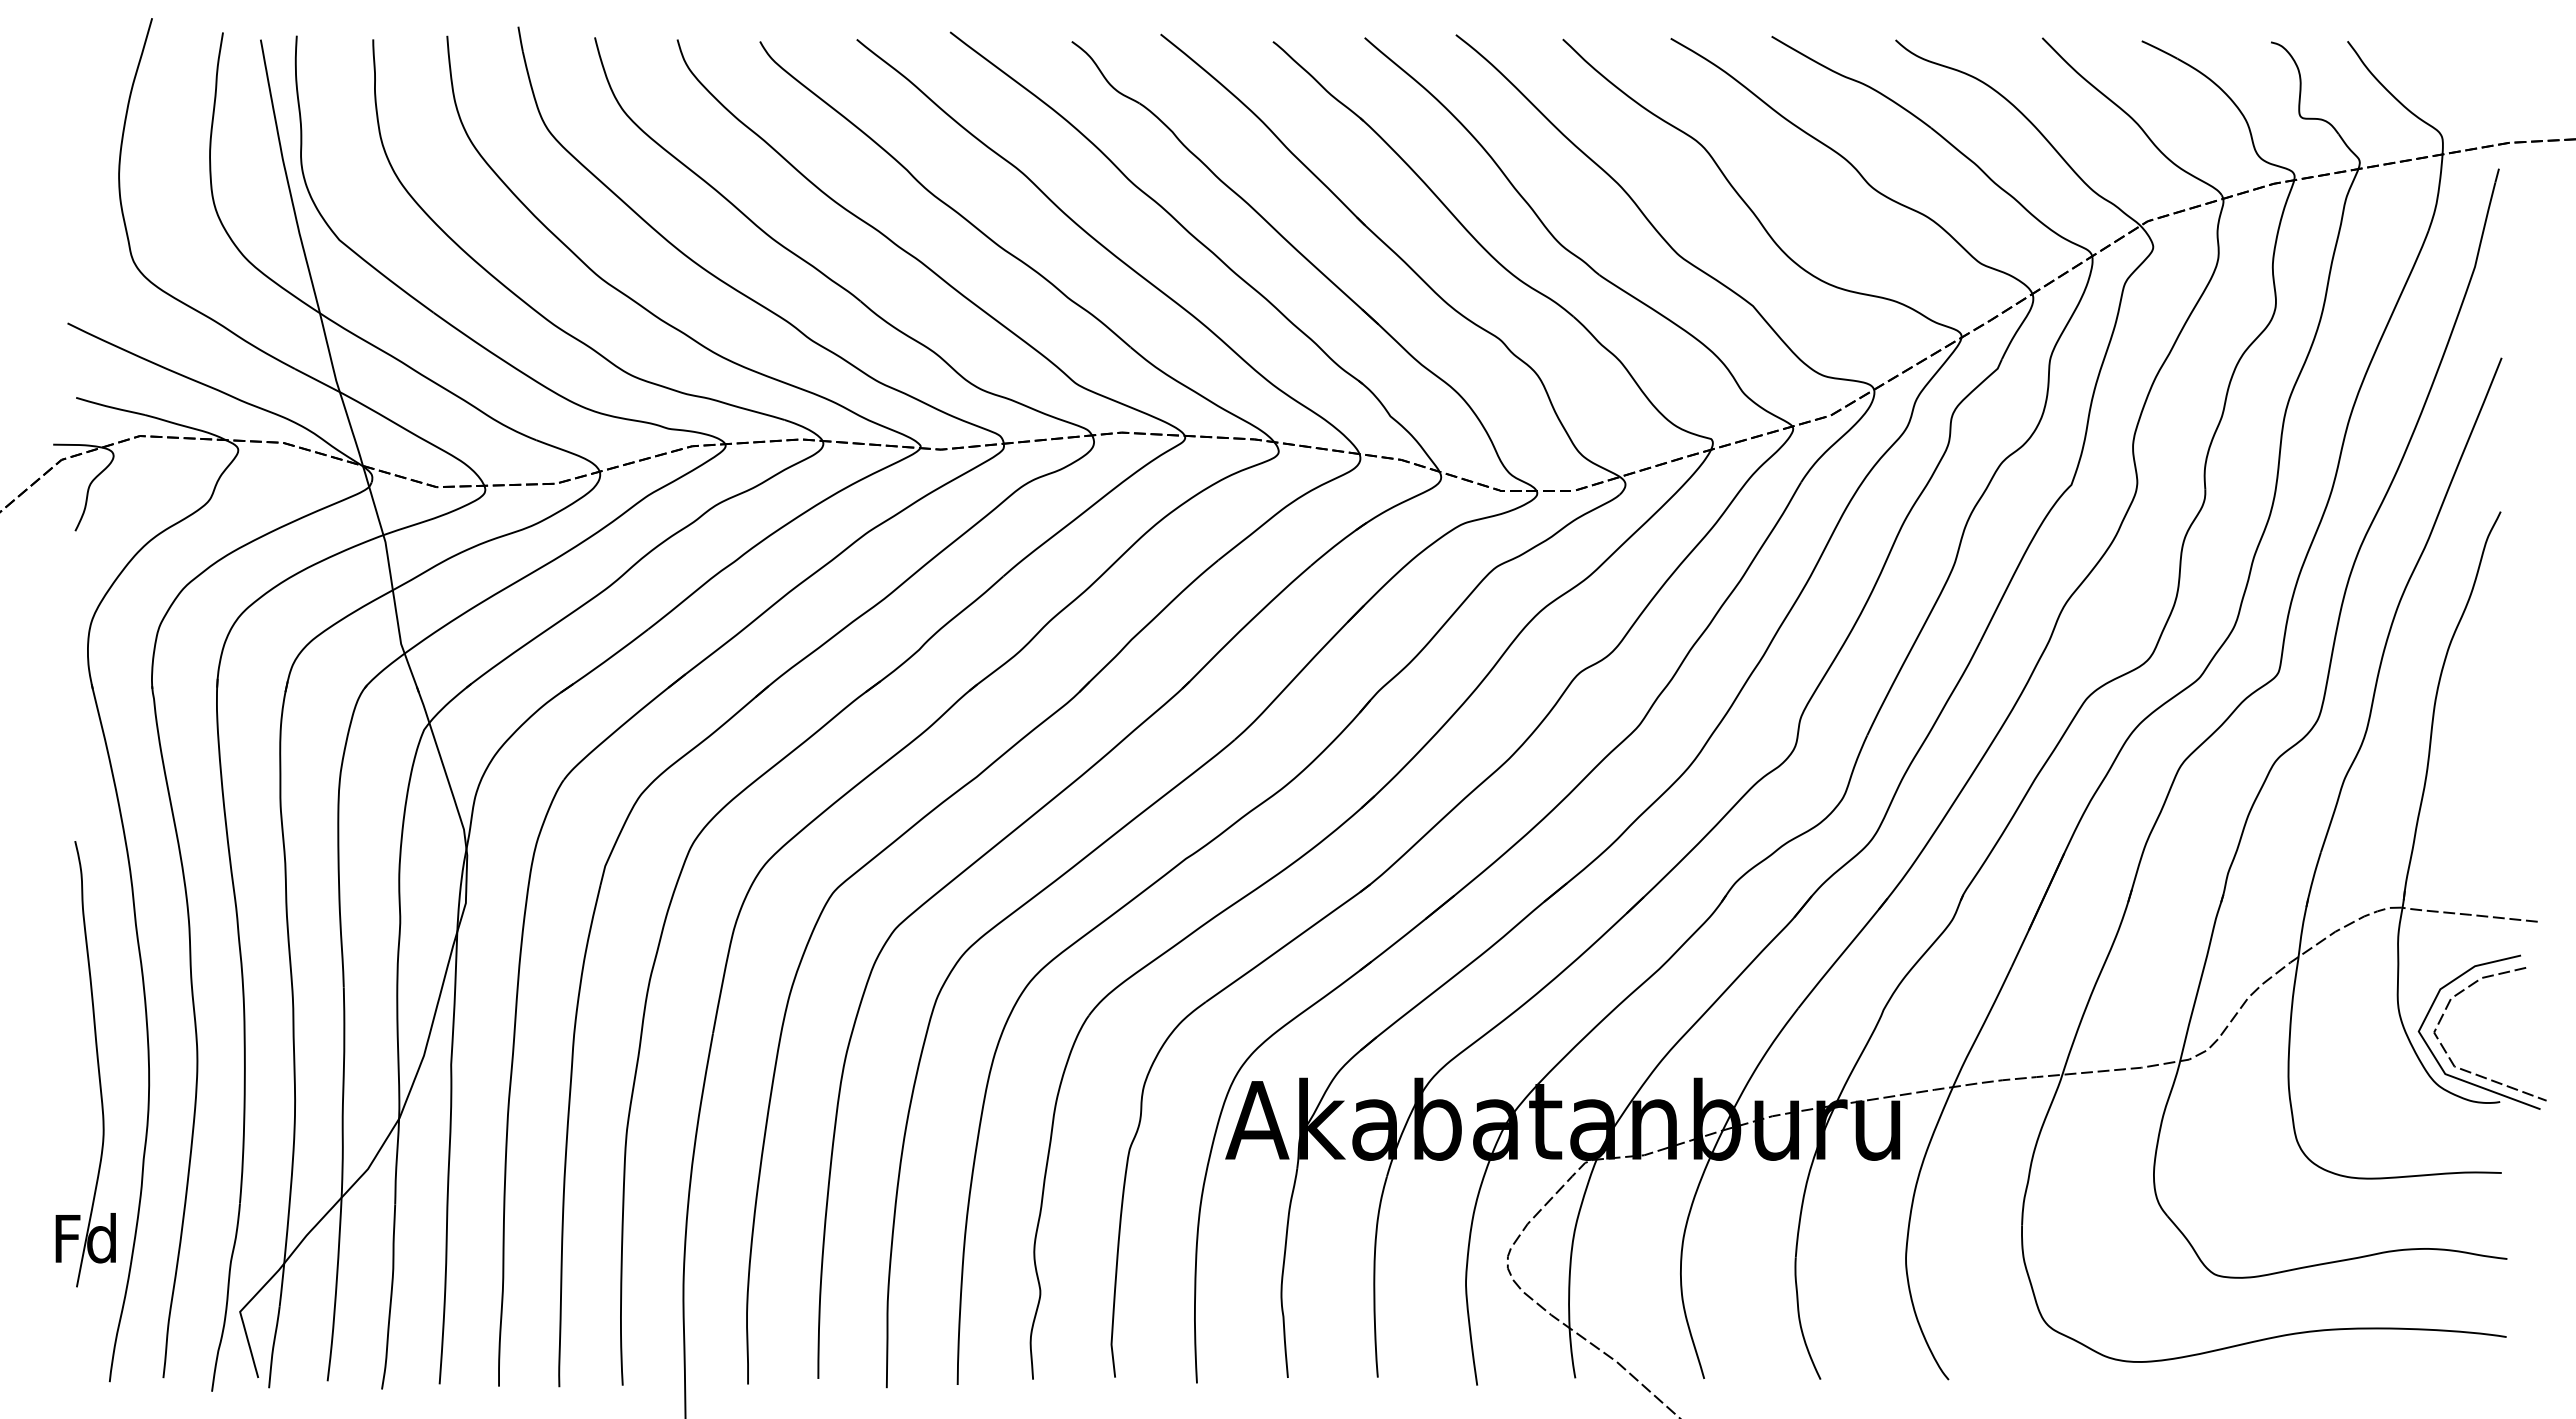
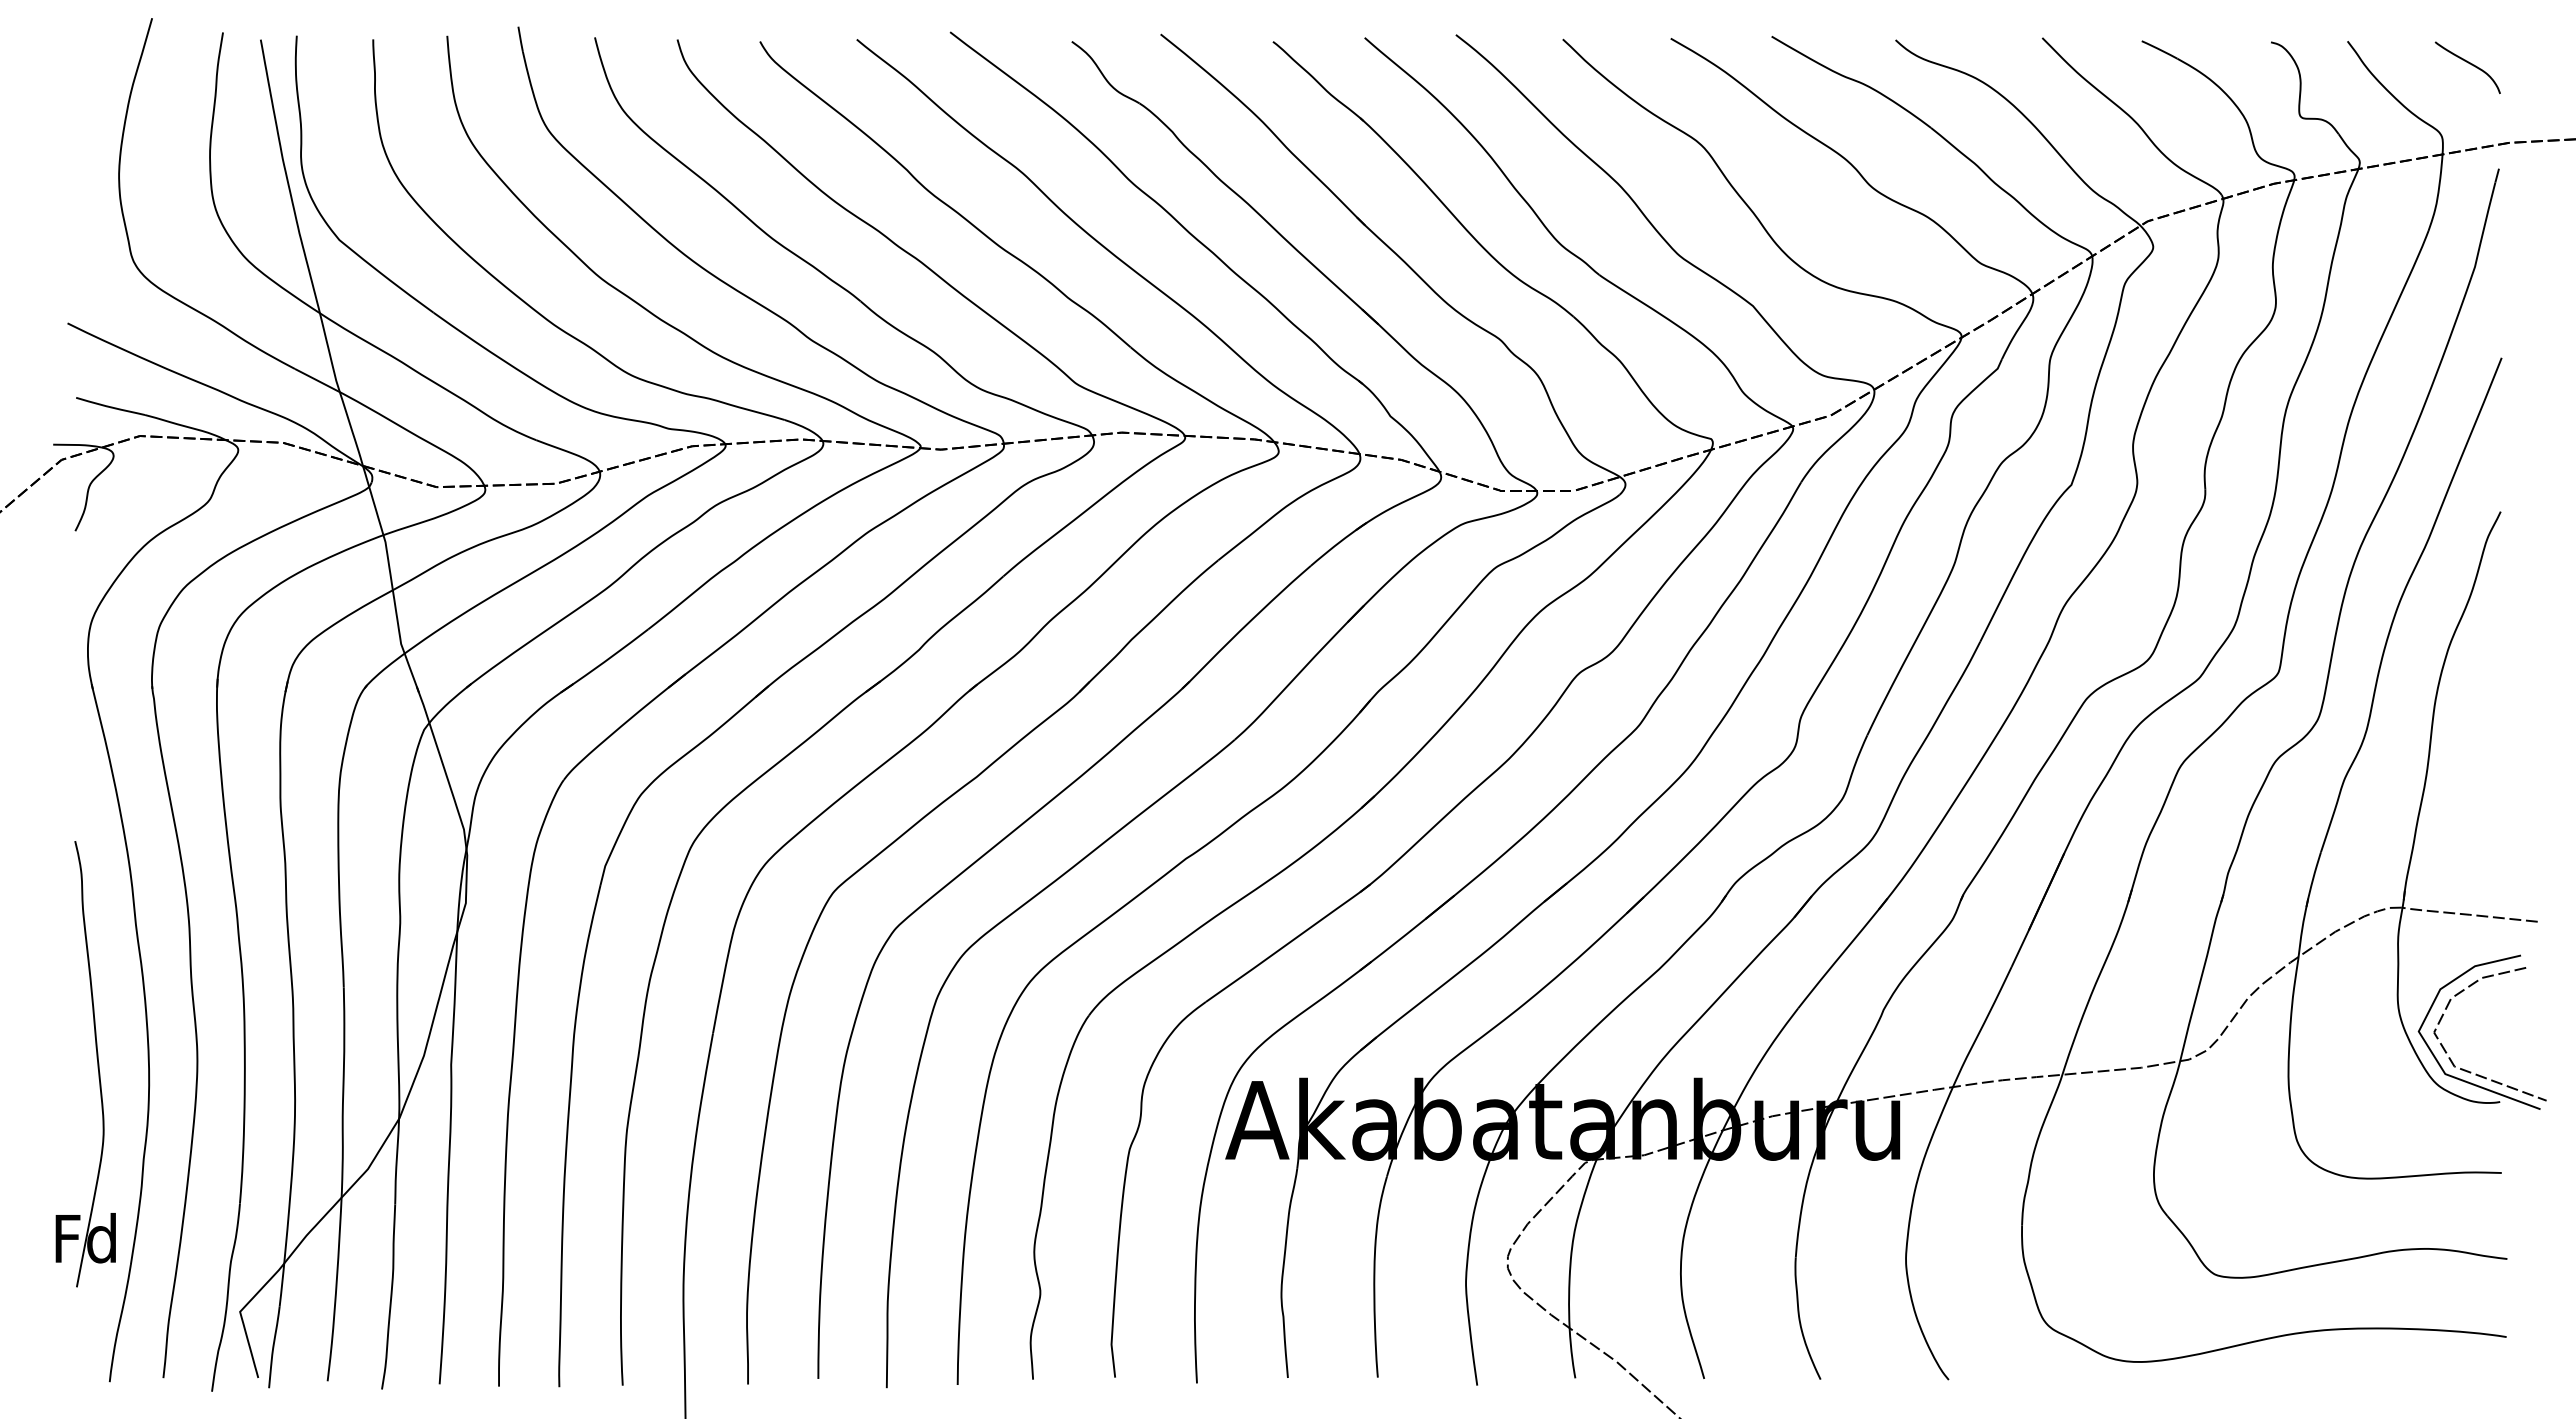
curve at (2469, 64): none -> present
